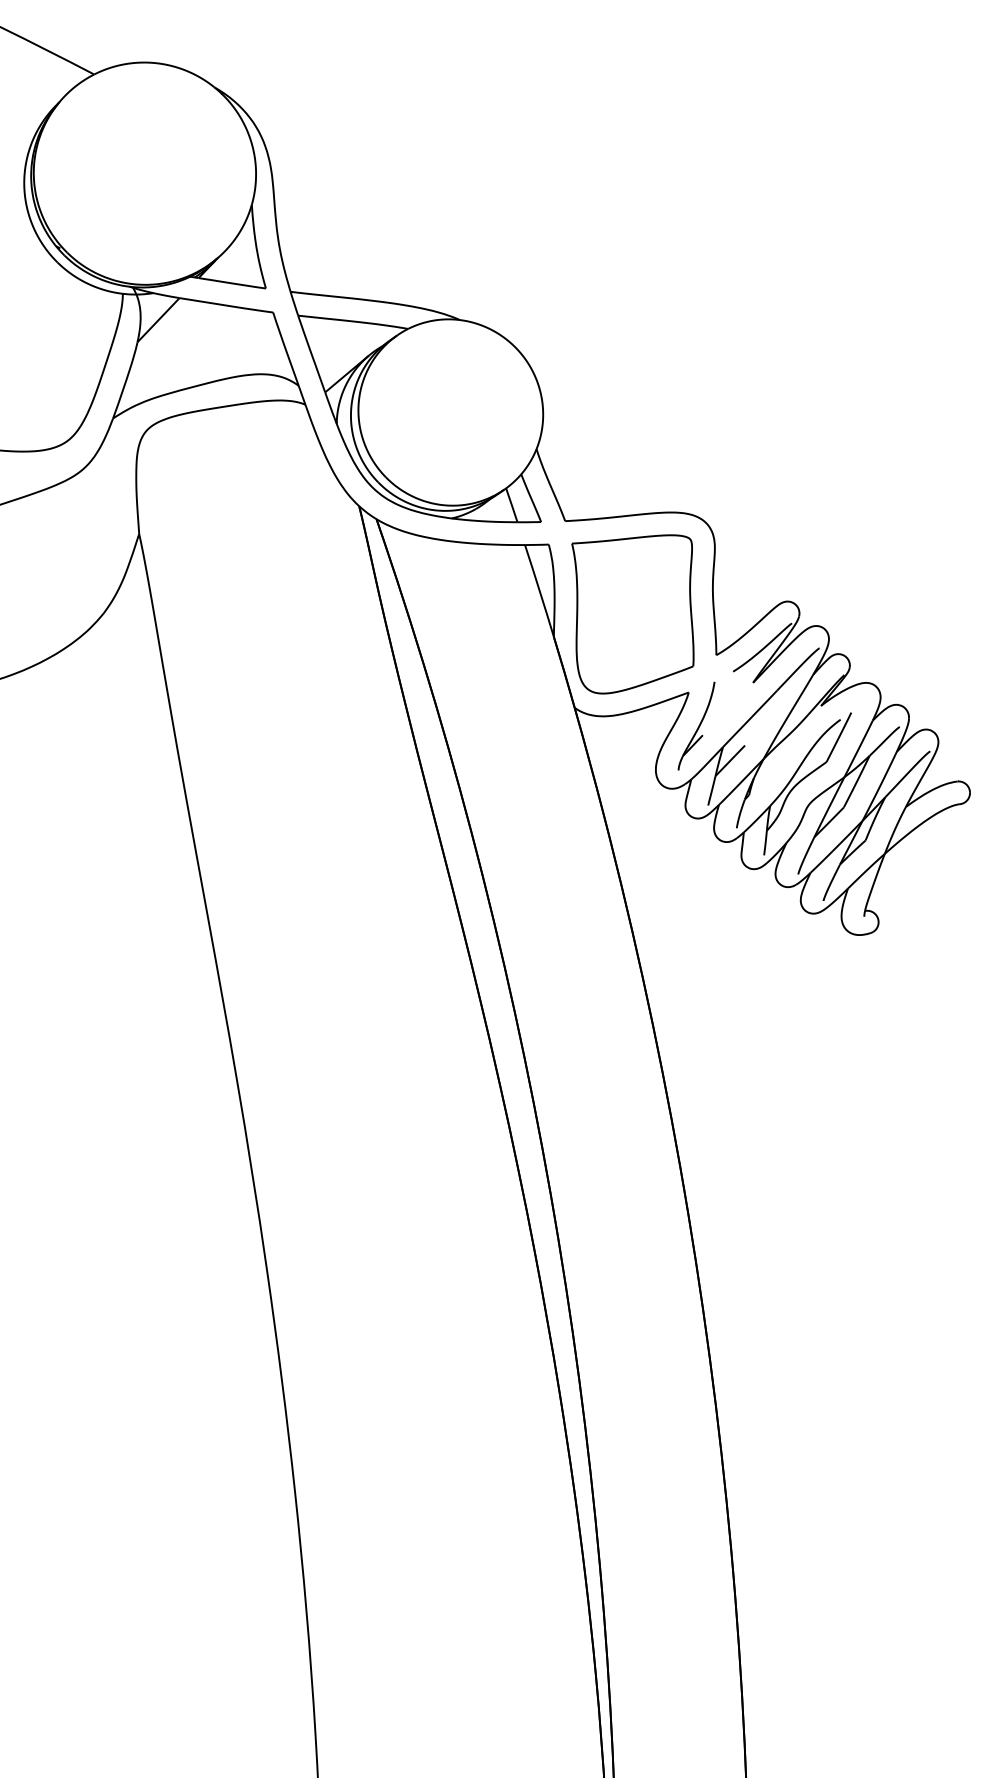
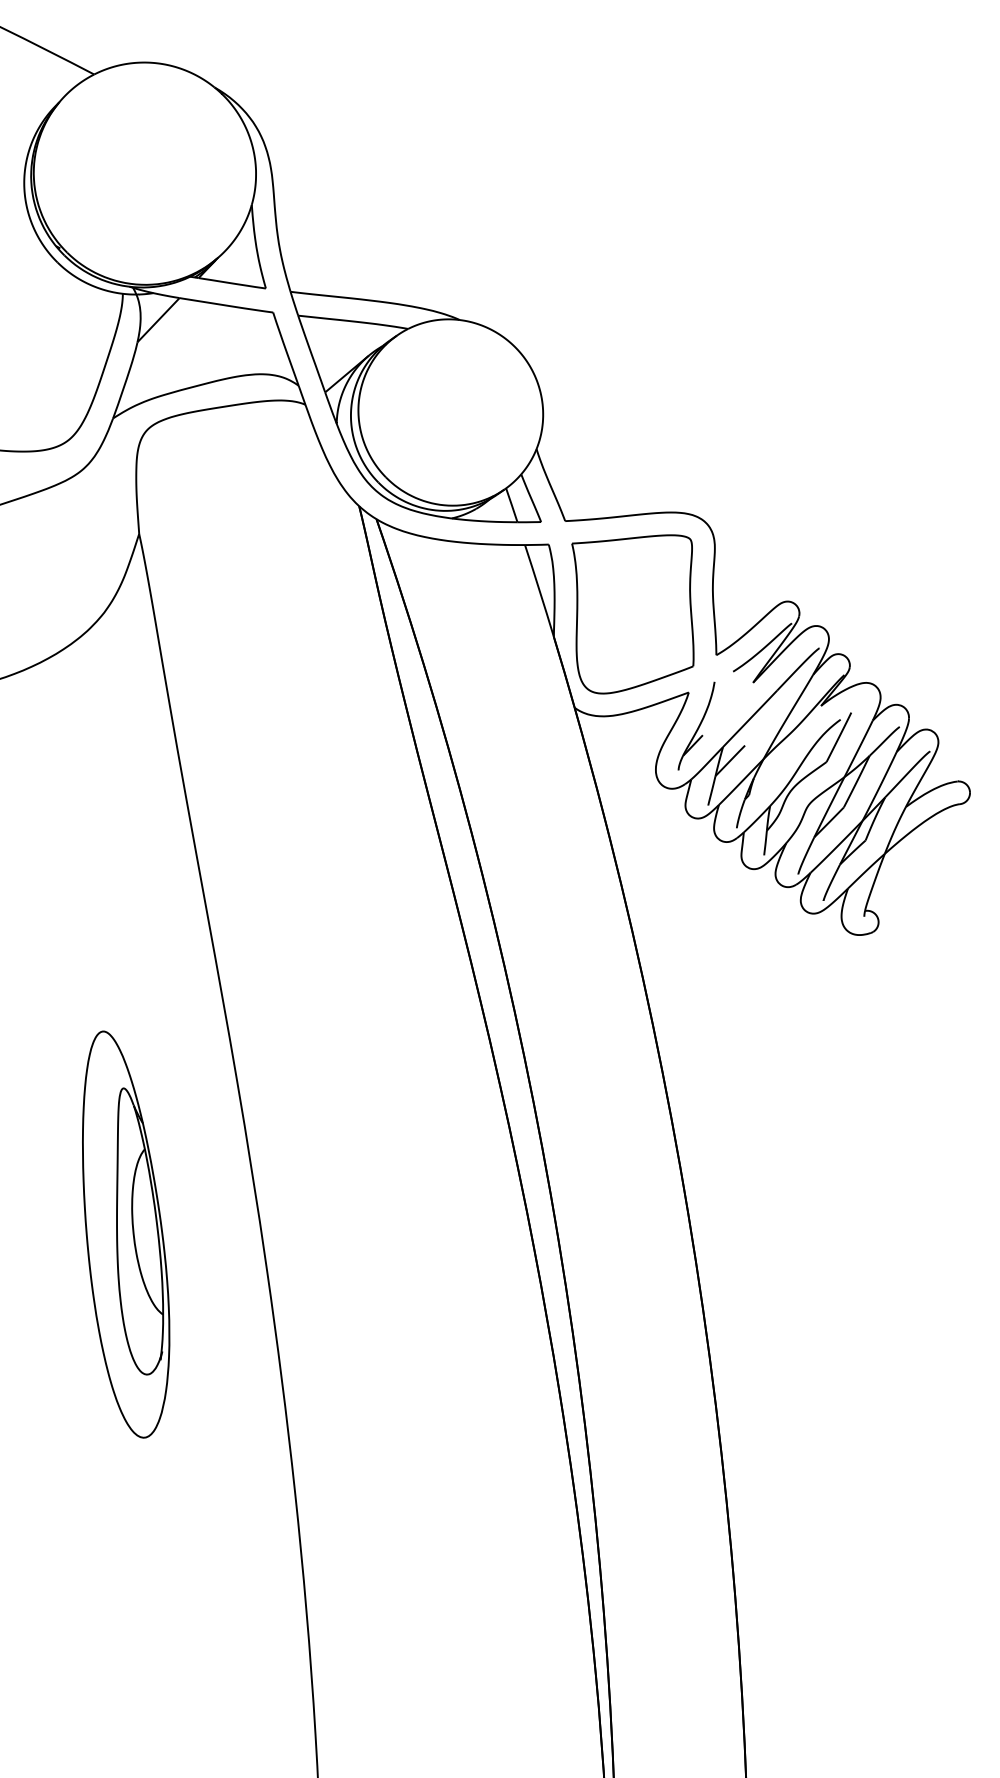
part at (126, 1234): none -> present
